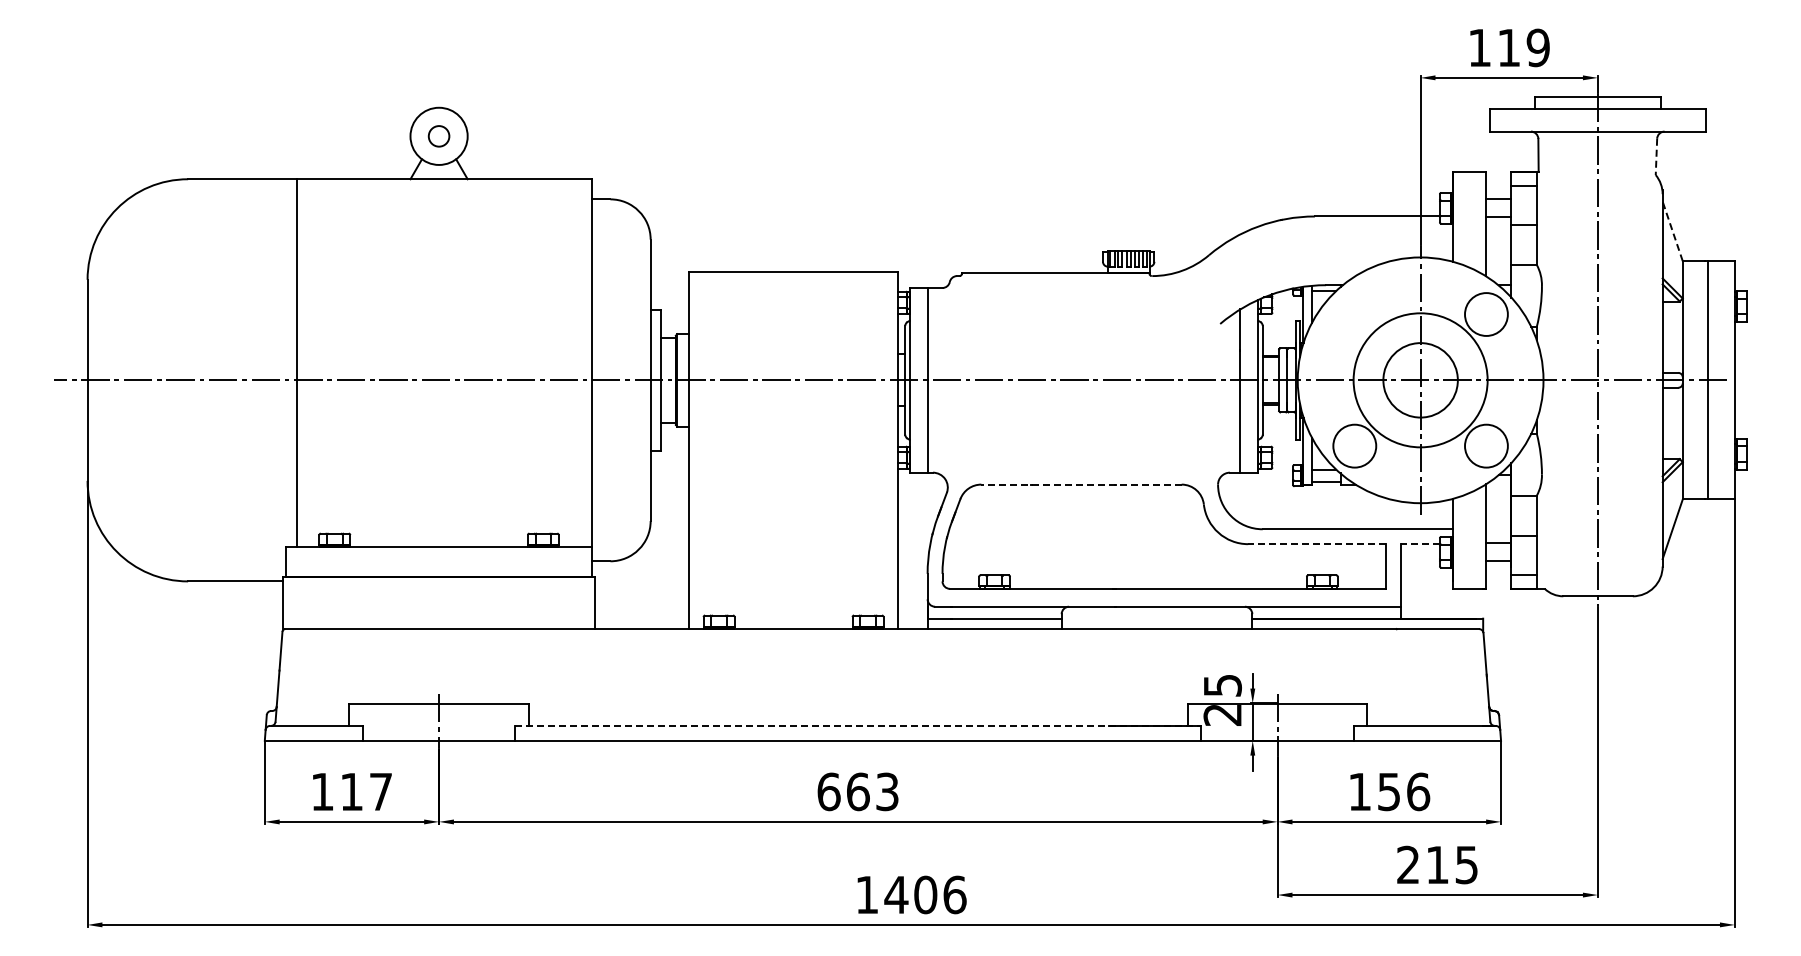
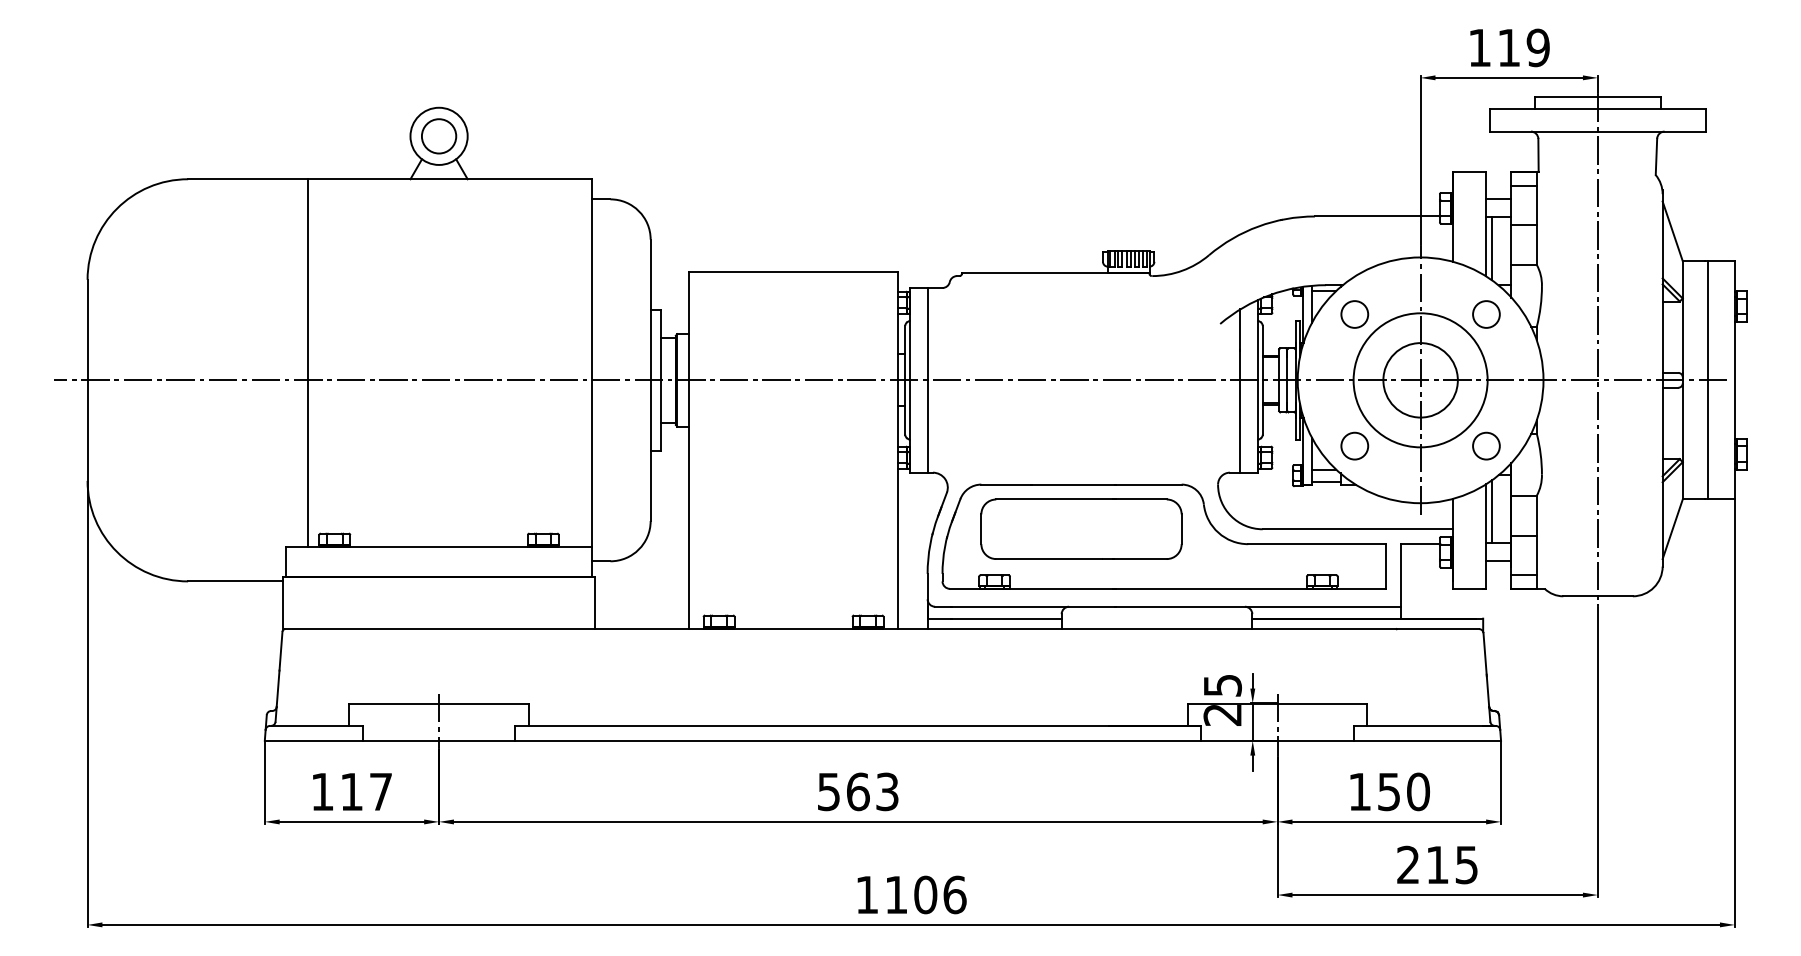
circle at (438, 136) diameter: 21 px -> 34 px
line at (1656, 157): dashed -> solid
line at (1672, 230): dashed -> solid
line at (1492, 248): none -> present
circle at (1354, 314): none -> present
circle at (1486, 314) diameter: 43 px -> 27 px
line at (297, 363) position: (297, 363) -> (308, 363)
circle at (1354, 445) diameter: 43 px -> 27 px
circle at (1486, 445) diameter: 43 px -> 27 px
line at (1081, 484): dashed -> solid
line at (1492, 511): none -> present
part at (1081, 528): none -> present
line at (1316, 544): dashed -> solid
line at (1420, 544): dashed -> solid
line at (858, 725): dashed -> solid
text at (828, 791): 663 -> 563
text at (1418, 791): 156 -> 150
text at (896, 894): 1406 -> 1106
